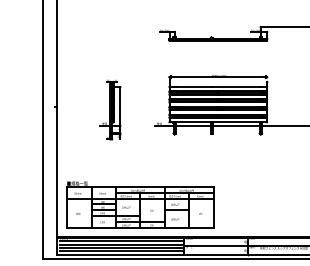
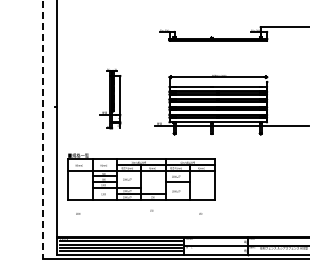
part at (110, 109) position: (110, 109) -> (110, 98)
line at (42, 129): solid -> dashed
part at (140, 204) position: (140, 204) -> (141, 176)
